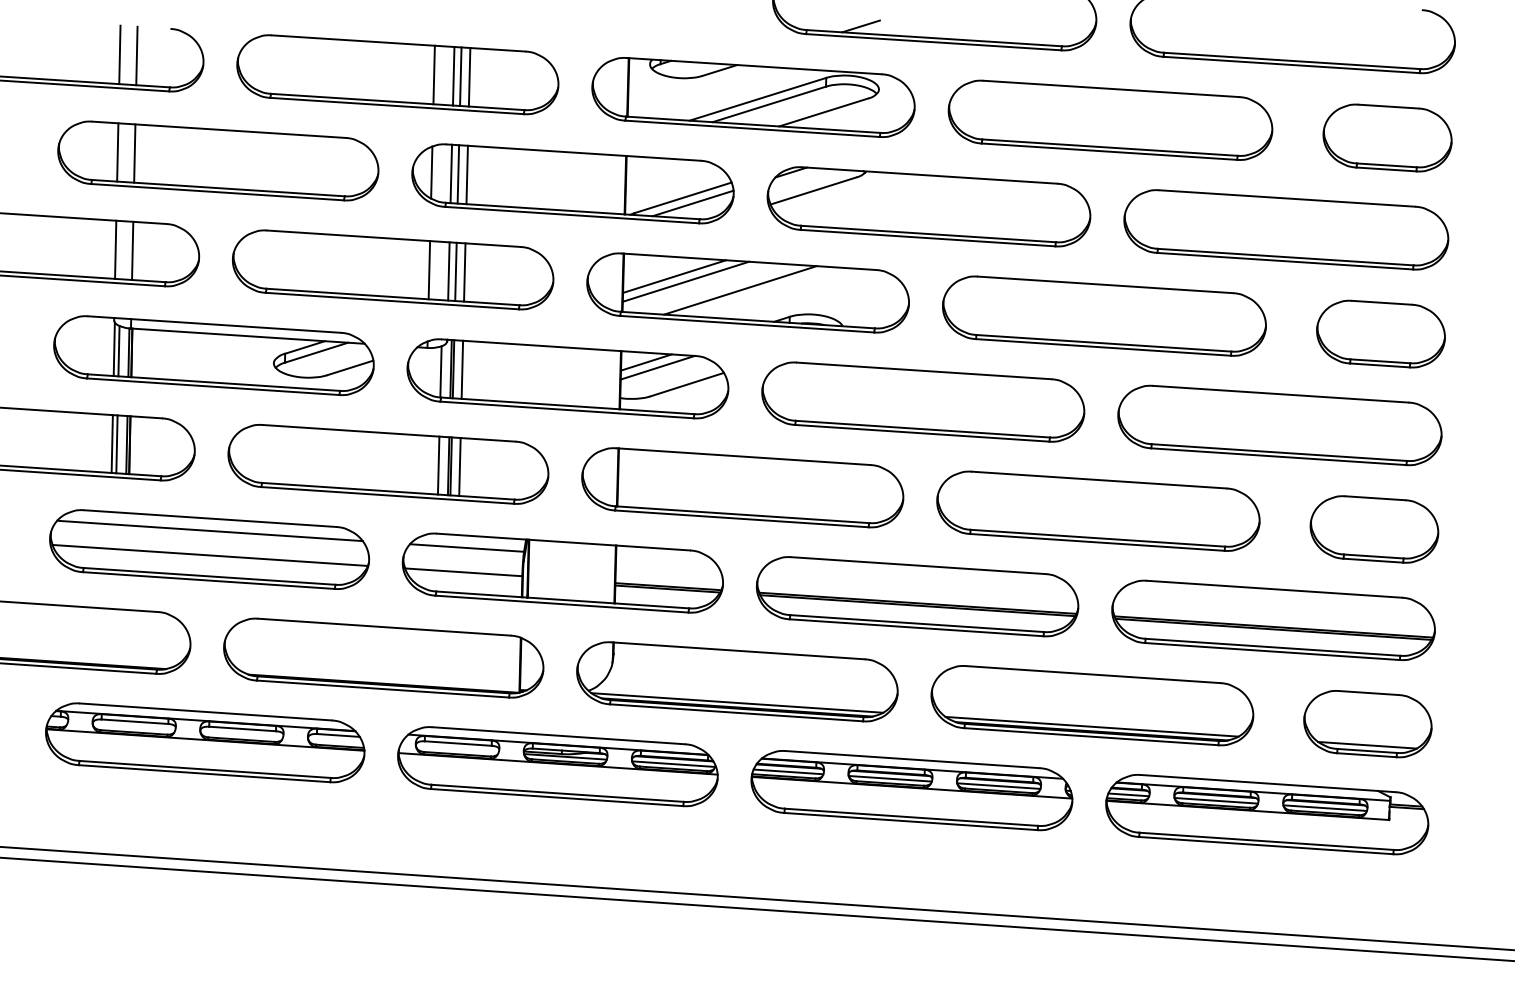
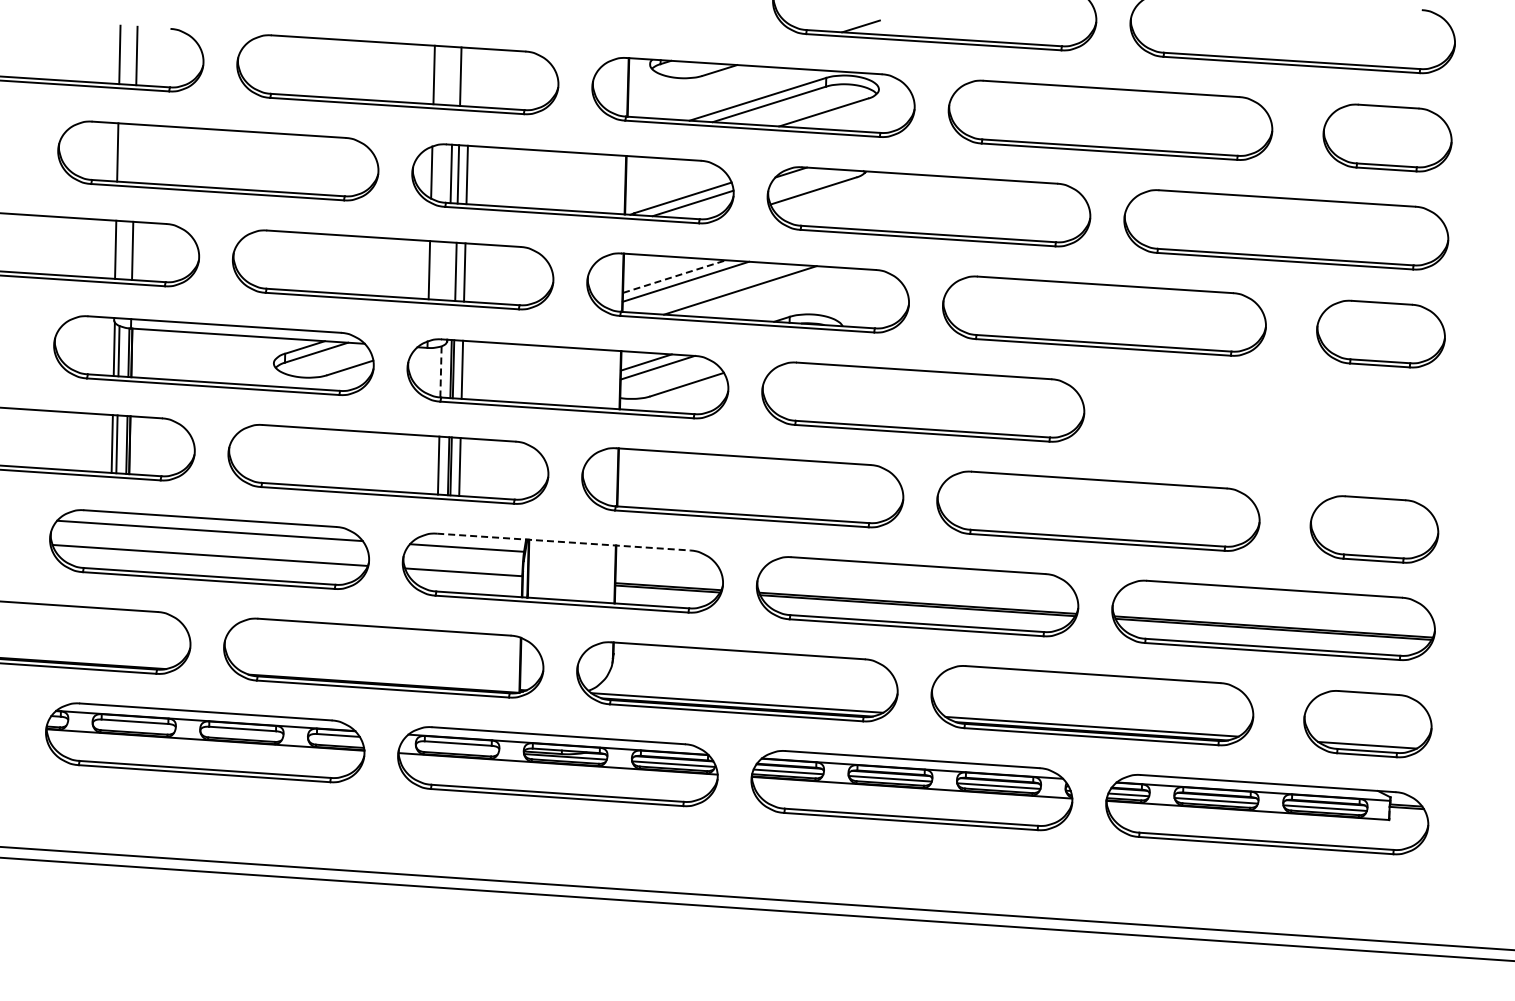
line at (453, 76): present -> none
line at (469, 77): present -> none
line at (134, 153): present -> none
line at (448, 271): present -> none
line at (675, 276): solid -> dashed
line at (440, 371): solid -> dashed
part at (1279, 425): present -> none
line at (563, 542): solid -> dashed
